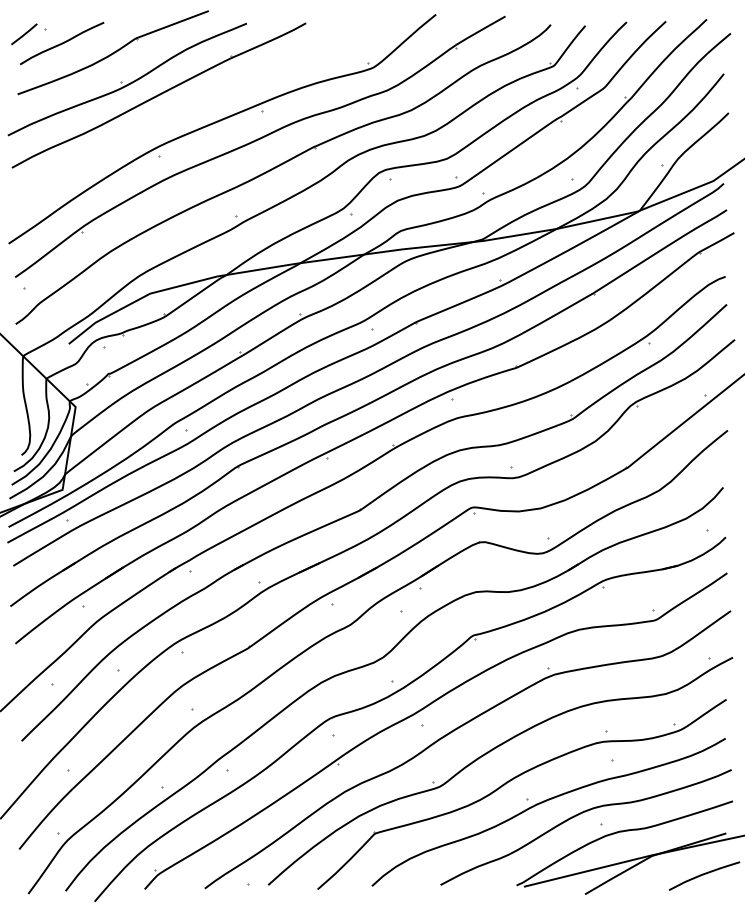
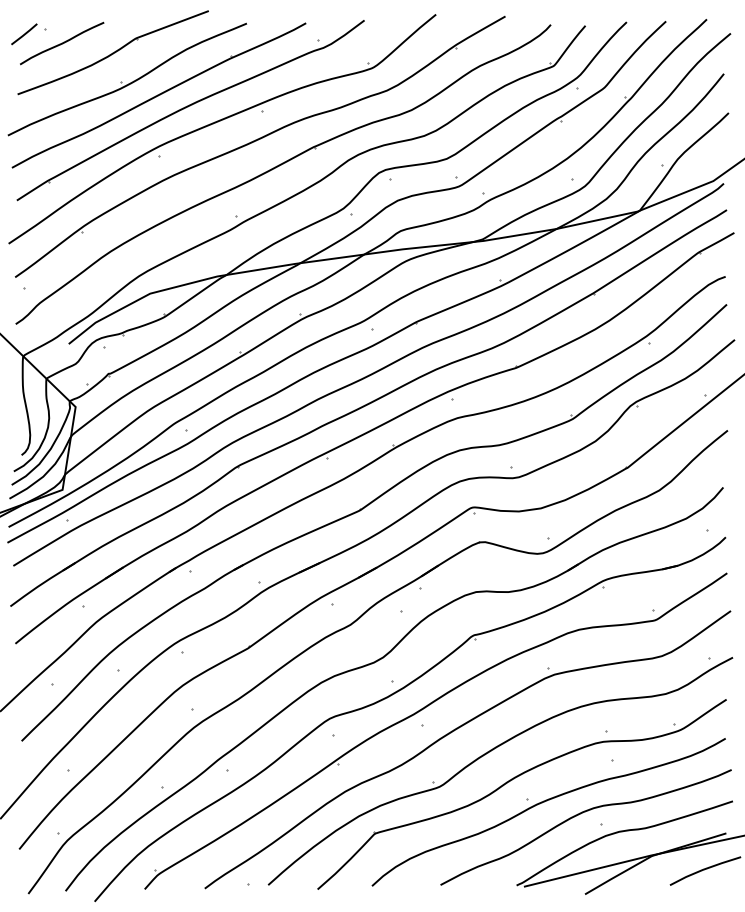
part at (190, 110): none -> present
line at (704, 874) position: (704, 874) -> (705, 869)
